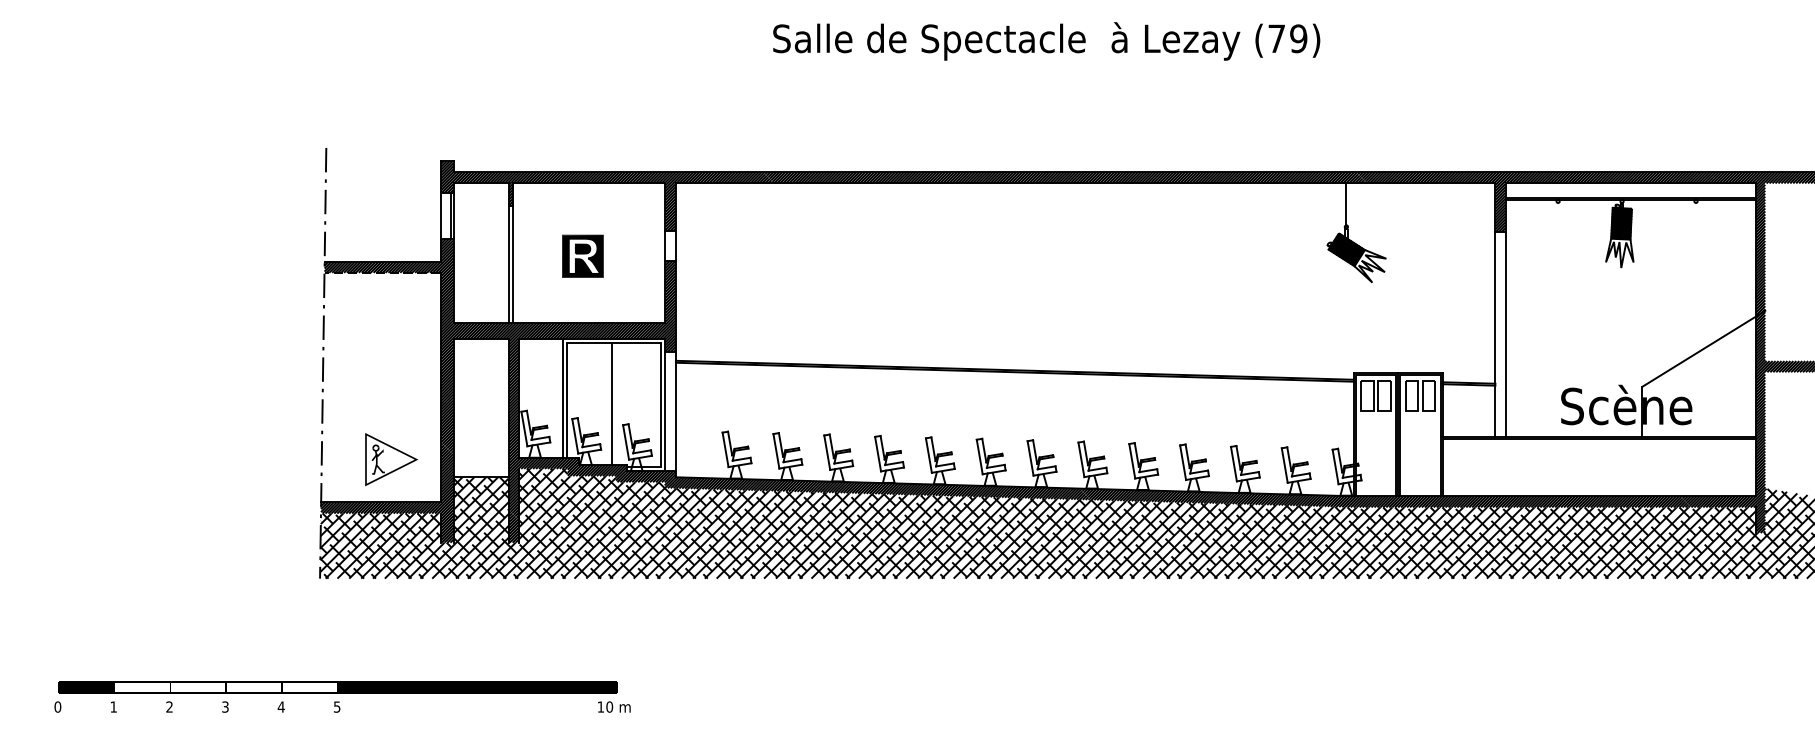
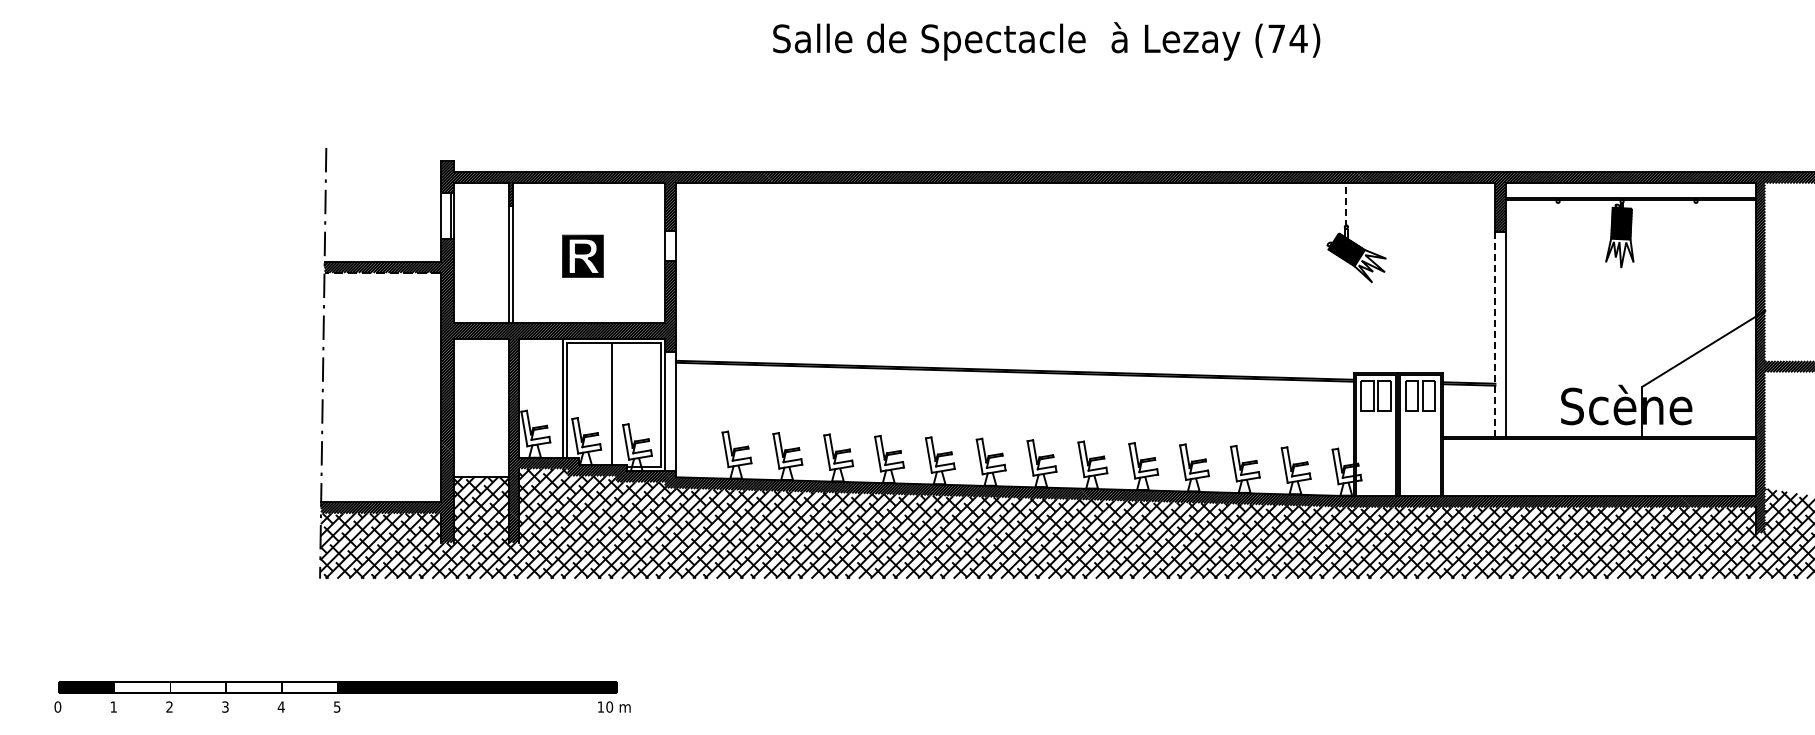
text at (1298, 38): (79) -> (74)
line at (1346, 205): solid -> dashed
line at (1495, 334): solid -> dashed
part at (391, 459): present -> none
